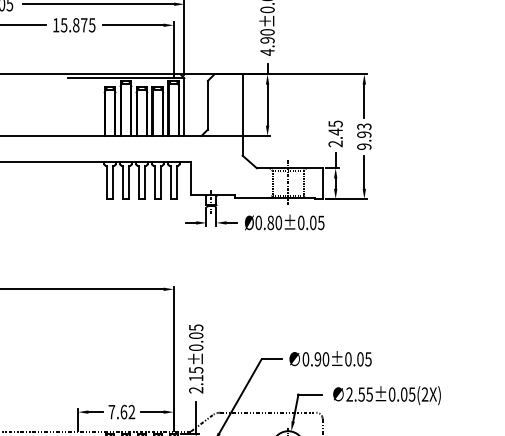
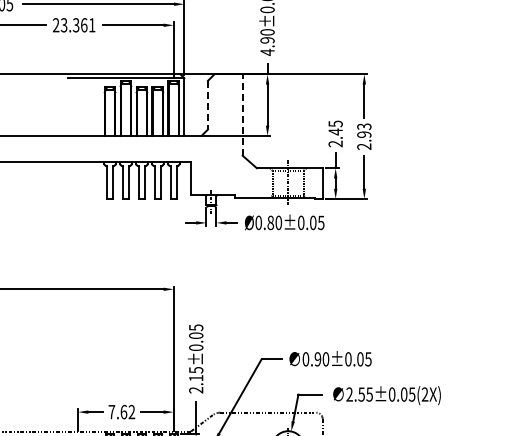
text at (73, 25): 15.875 -> 23.361
line at (207, 105): solid -> dashed
line at (242, 115): solid -> dashed
text at (364, 146): 9.93 -> 2.93
